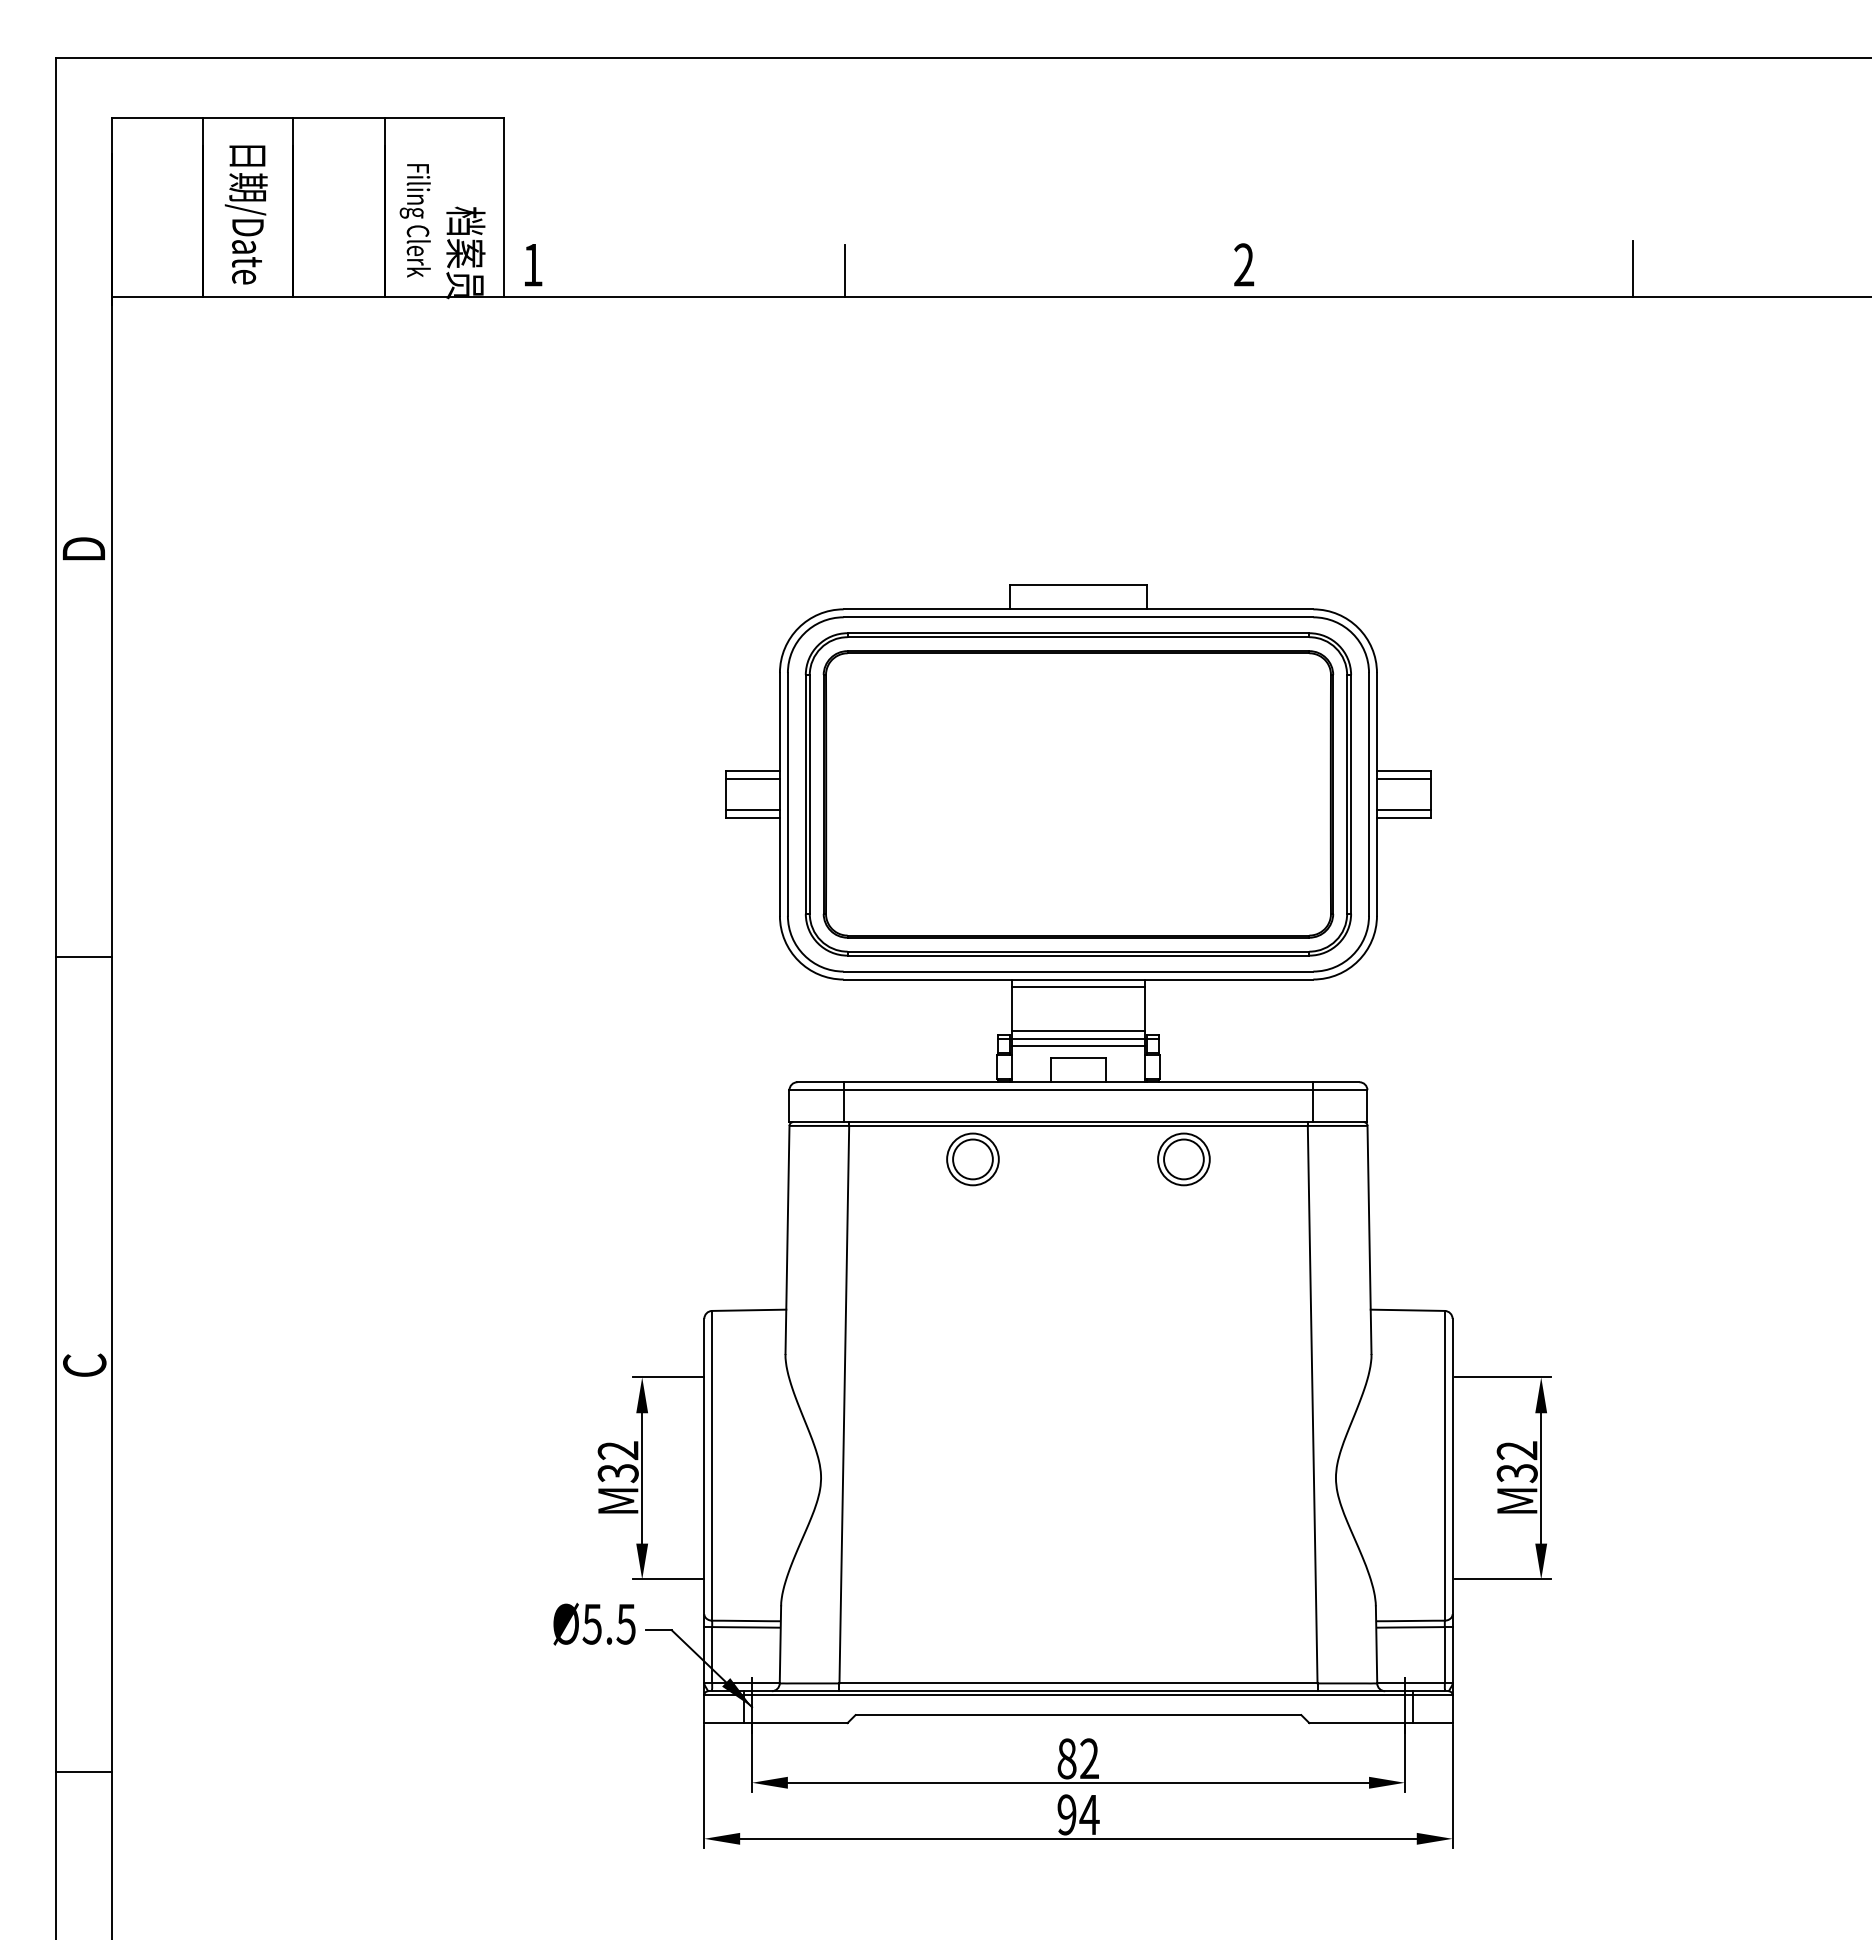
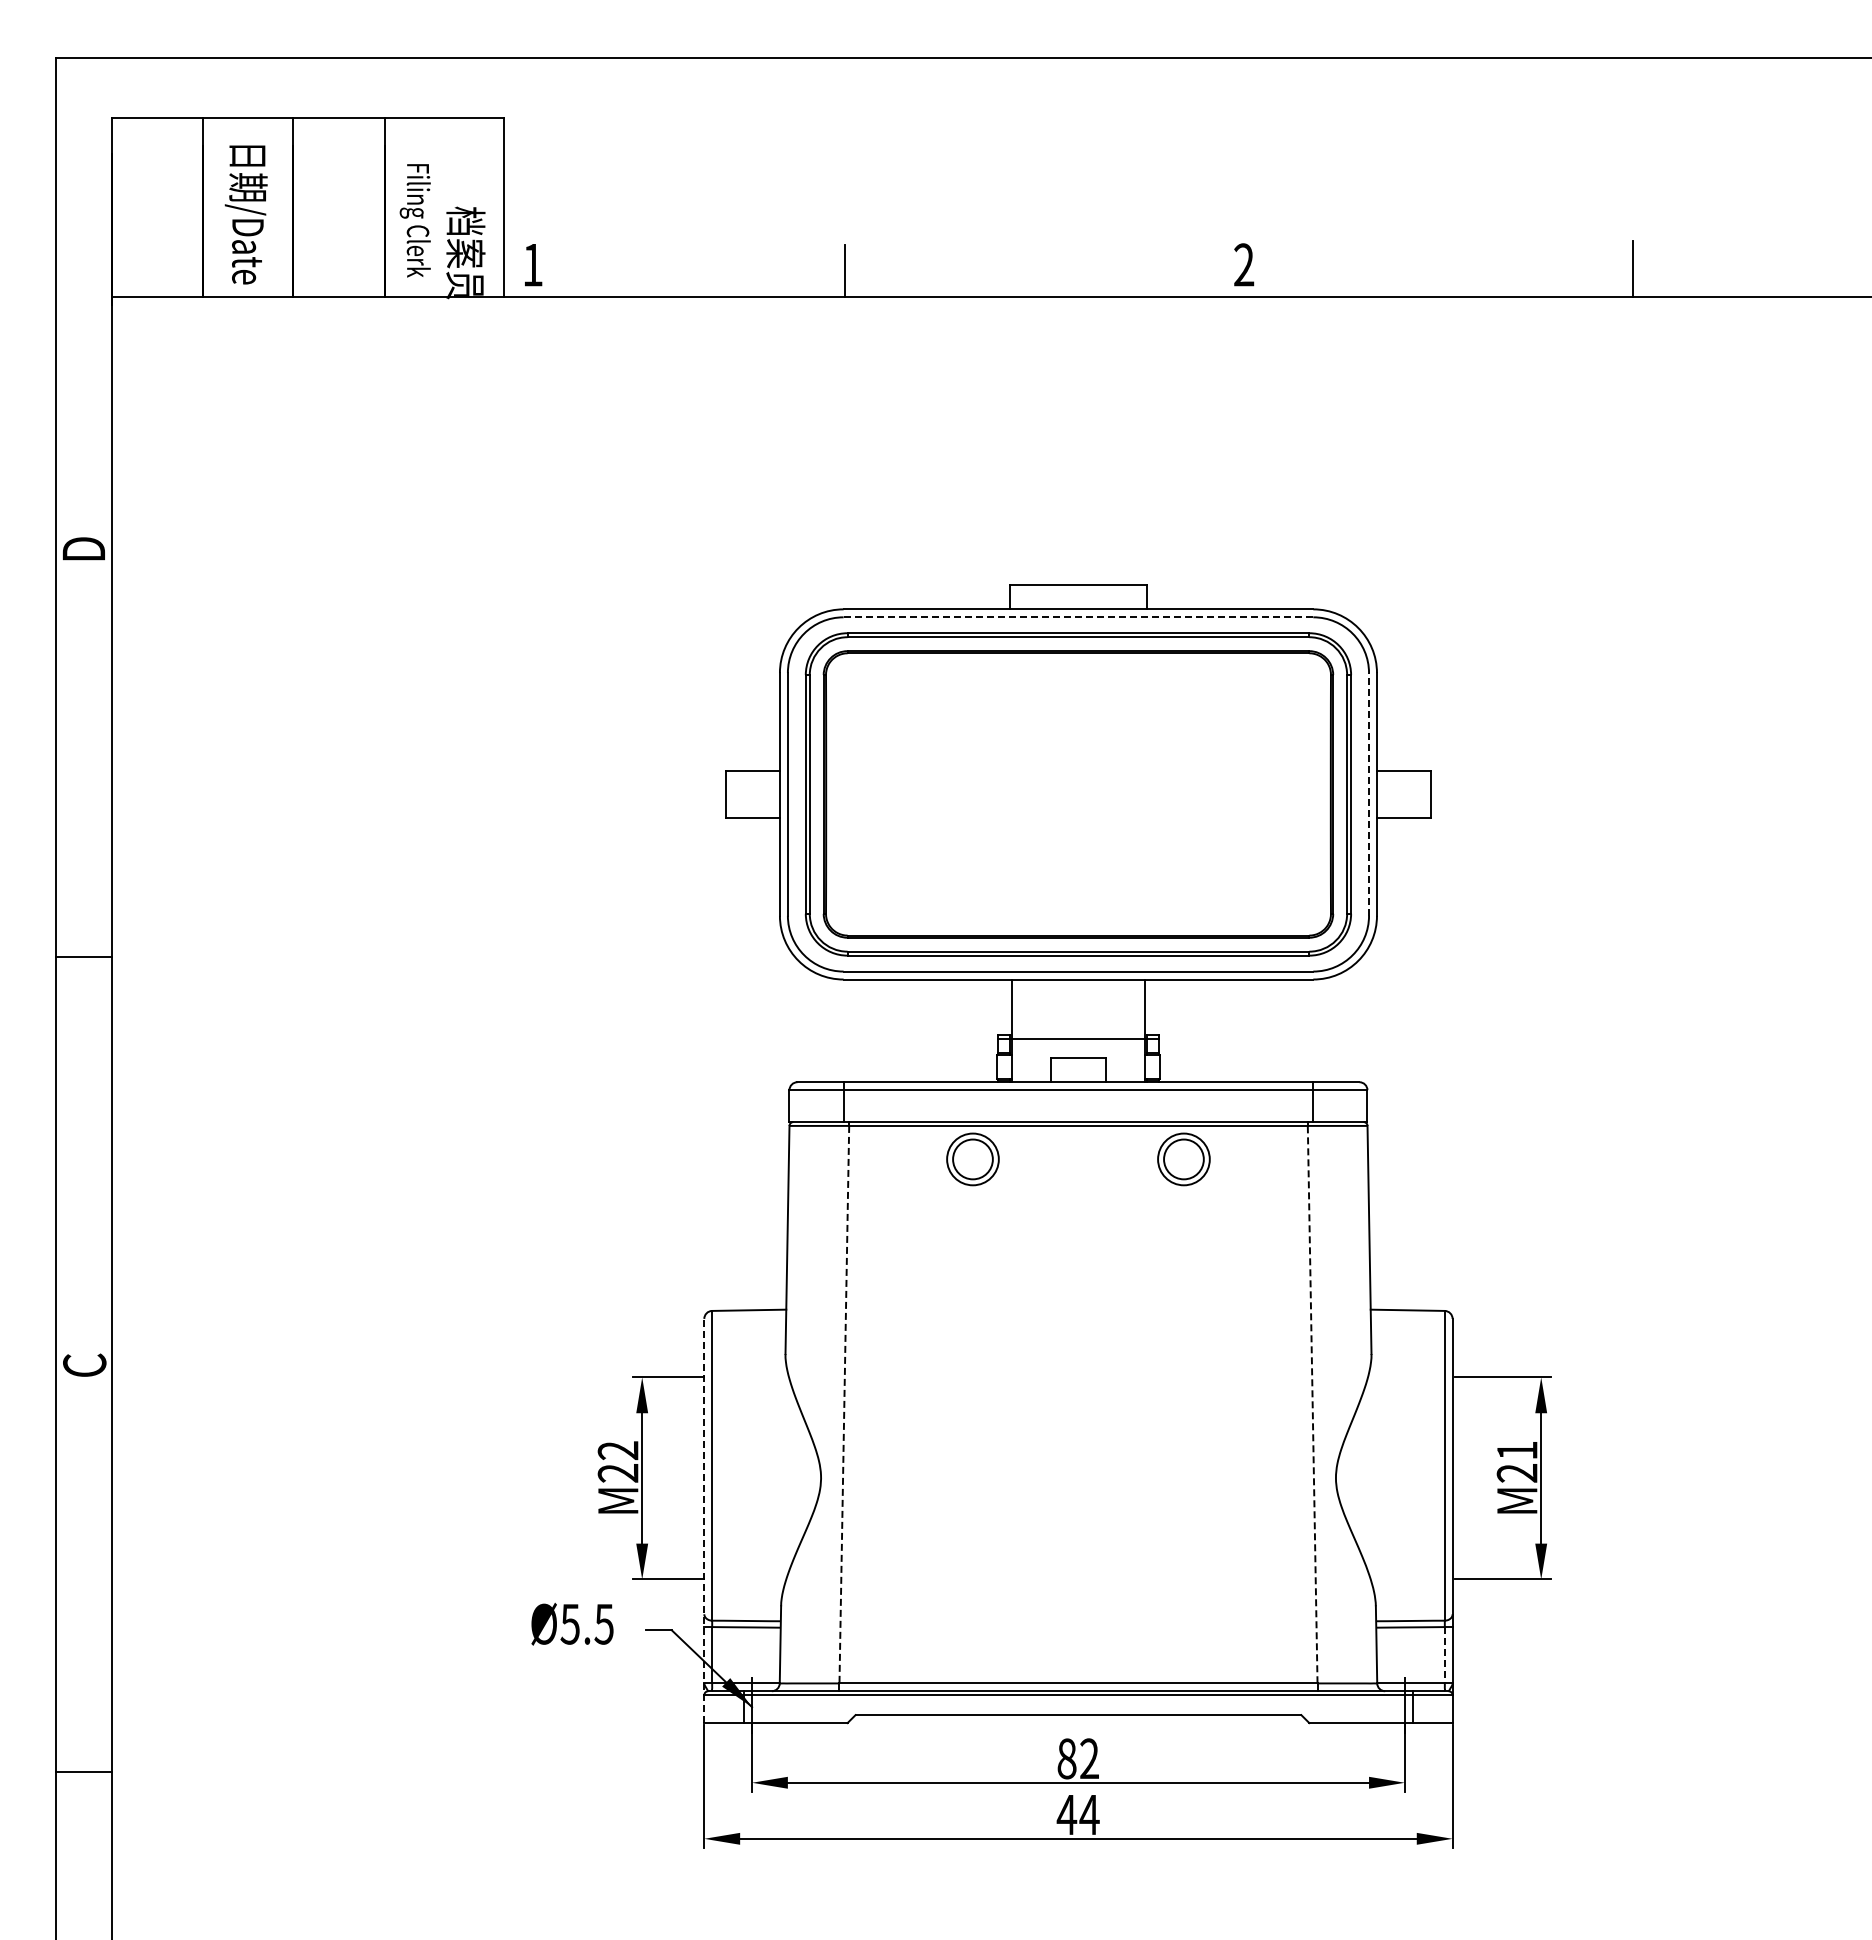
line at (1078, 617): solid -> dashed
line at (752, 778): present -> none
line at (1403, 778): present -> none
line at (1369, 793): solid -> dashed
line at (752, 810): present -> none
line at (1403, 810): present -> none
line at (1078, 987): present -> none
line at (1078, 1031): present -> none
line at (1078, 1045): present -> none
line at (844, 1404): solid -> dashed
line at (1312, 1404): solid -> dashed
text at (1516, 1462): M32 -> M21
text at (618, 1473): M32 -> M22
line at (704, 1520): solid -> dashed
text at (594, 1623) position: (594, 1623) -> (572, 1623)
line at (1444, 1655): solid -> dashed
text at (1066, 1814): 94 -> 44
